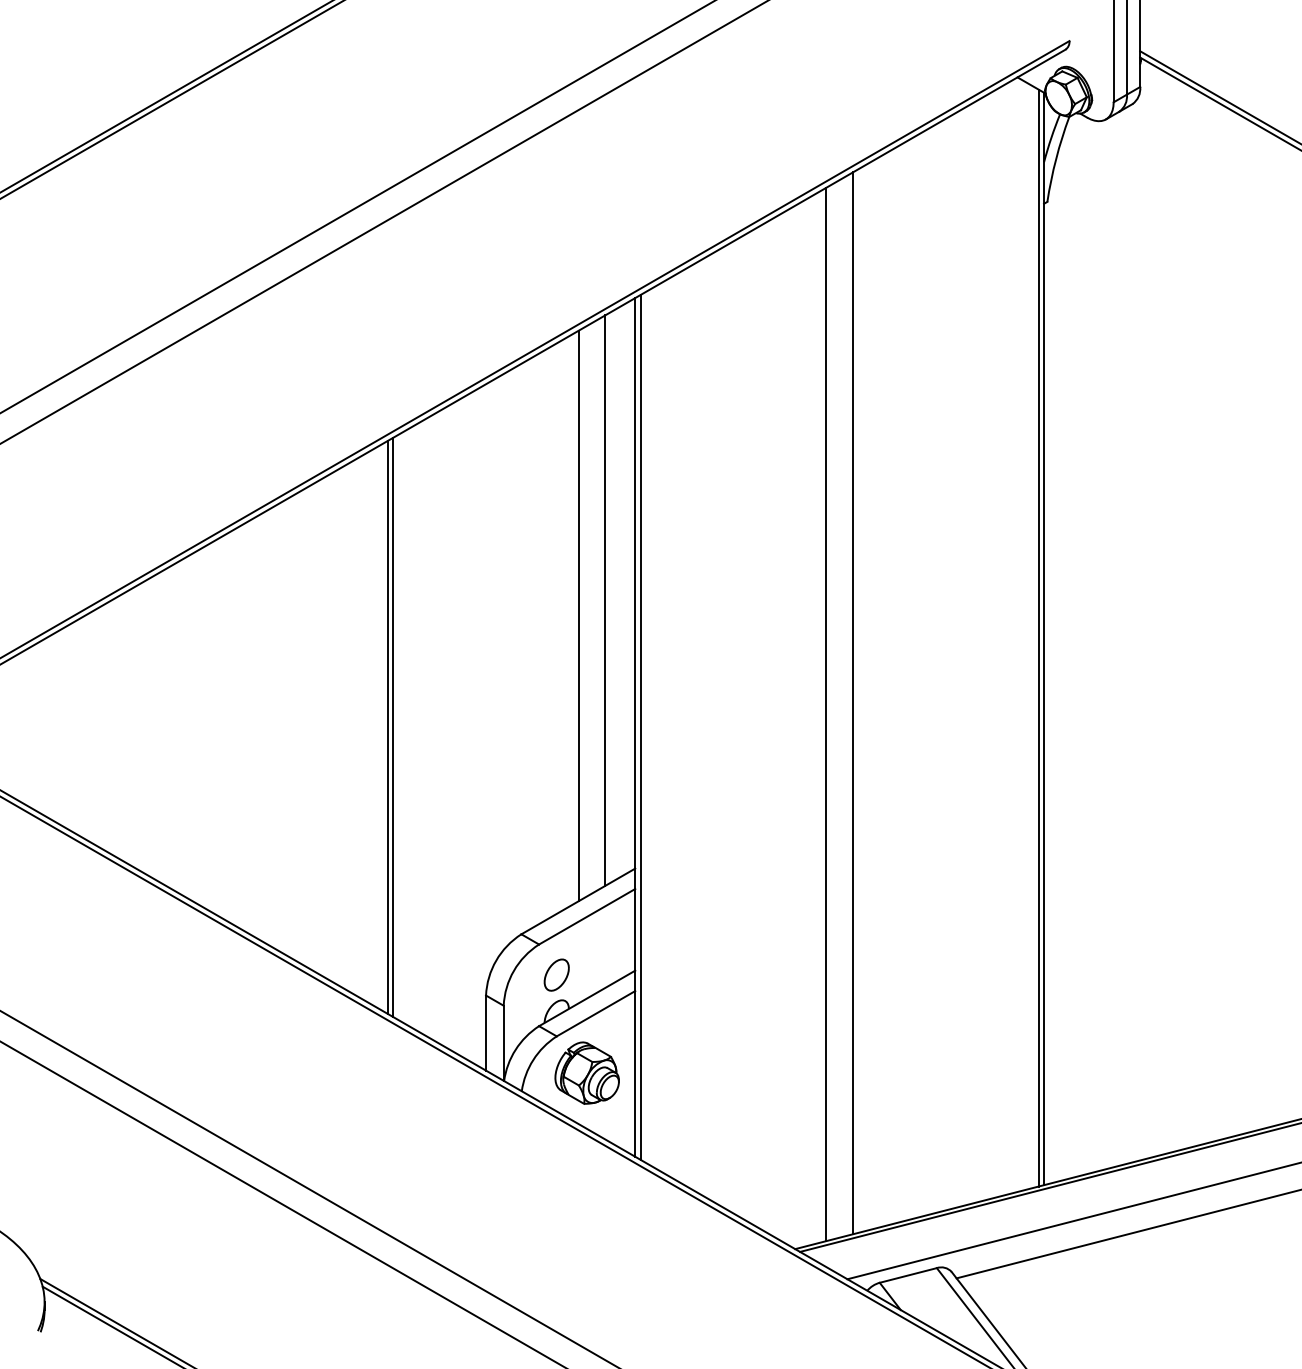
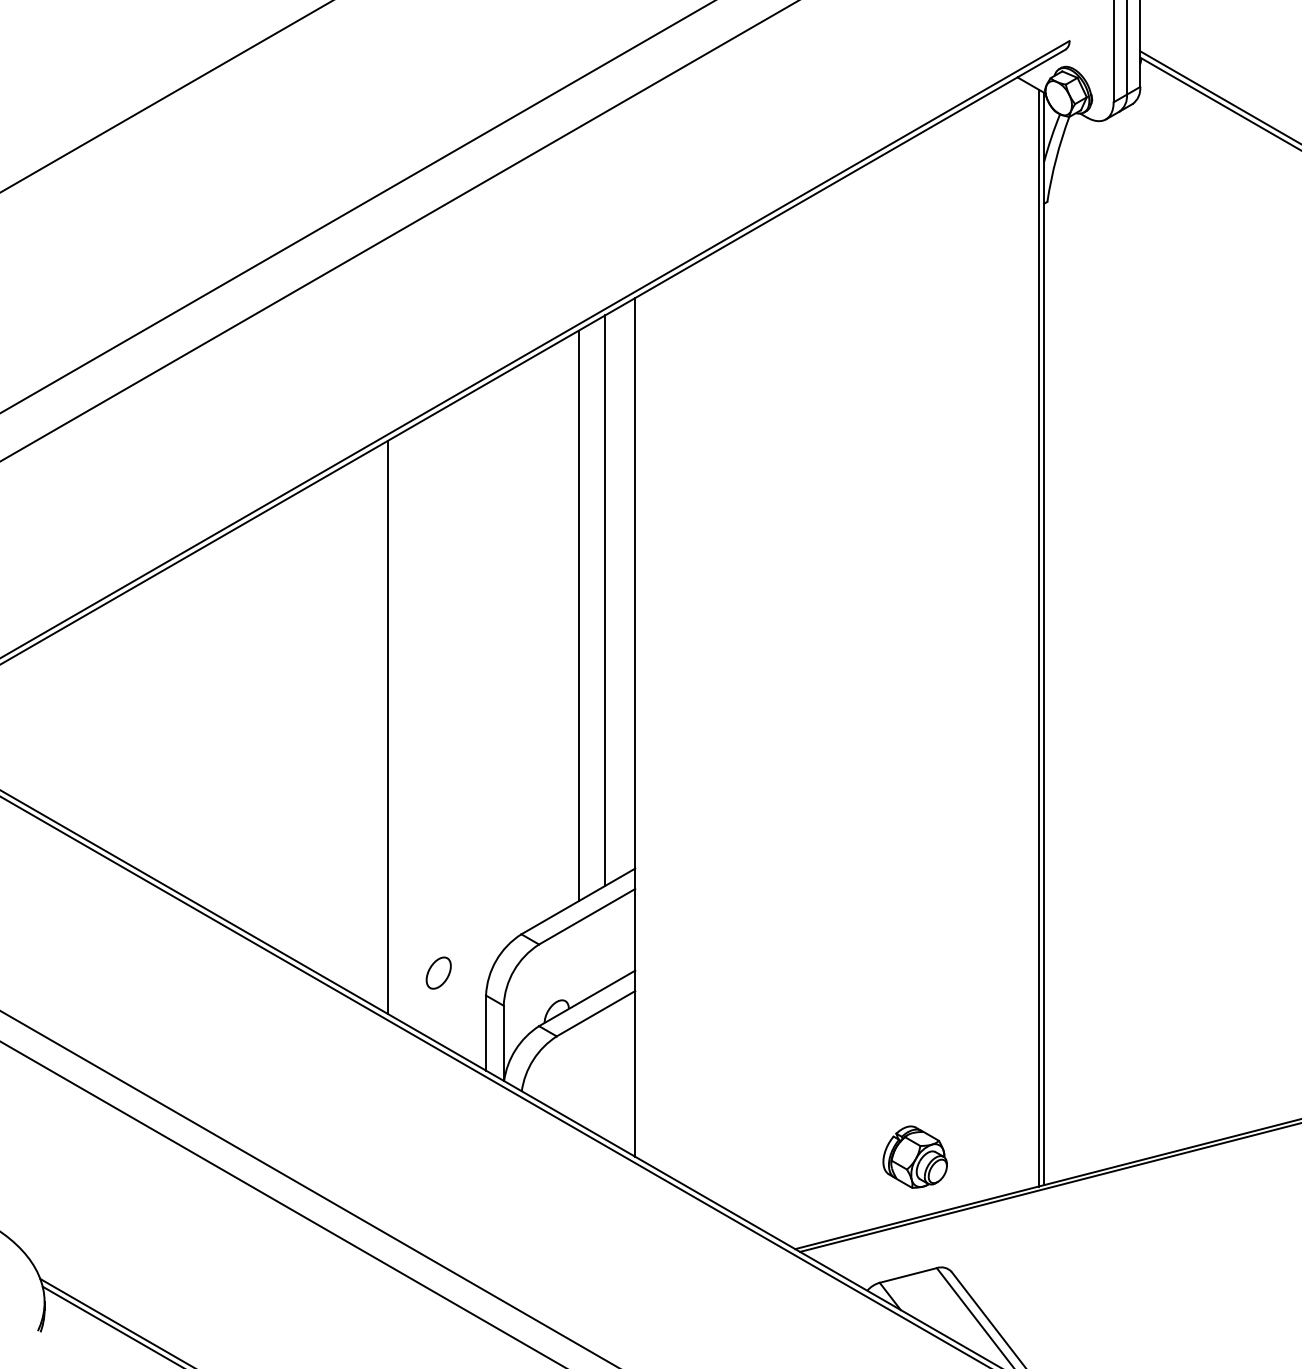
line at (171, 99): present -> none
line at (383, 222) position: (383, 222) -> (398, 231)
line at (852, 703): present -> none
line at (826, 714): present -> none
line at (640, 726): present -> none
line at (393, 727): present -> none
part at (556, 974) position: (556, 974) -> (438, 972)
part at (586, 1072) position: (586, 1072) -> (914, 1156)
line at (1072, 1221): present -> none
line at (1127, 1234): present -> none
